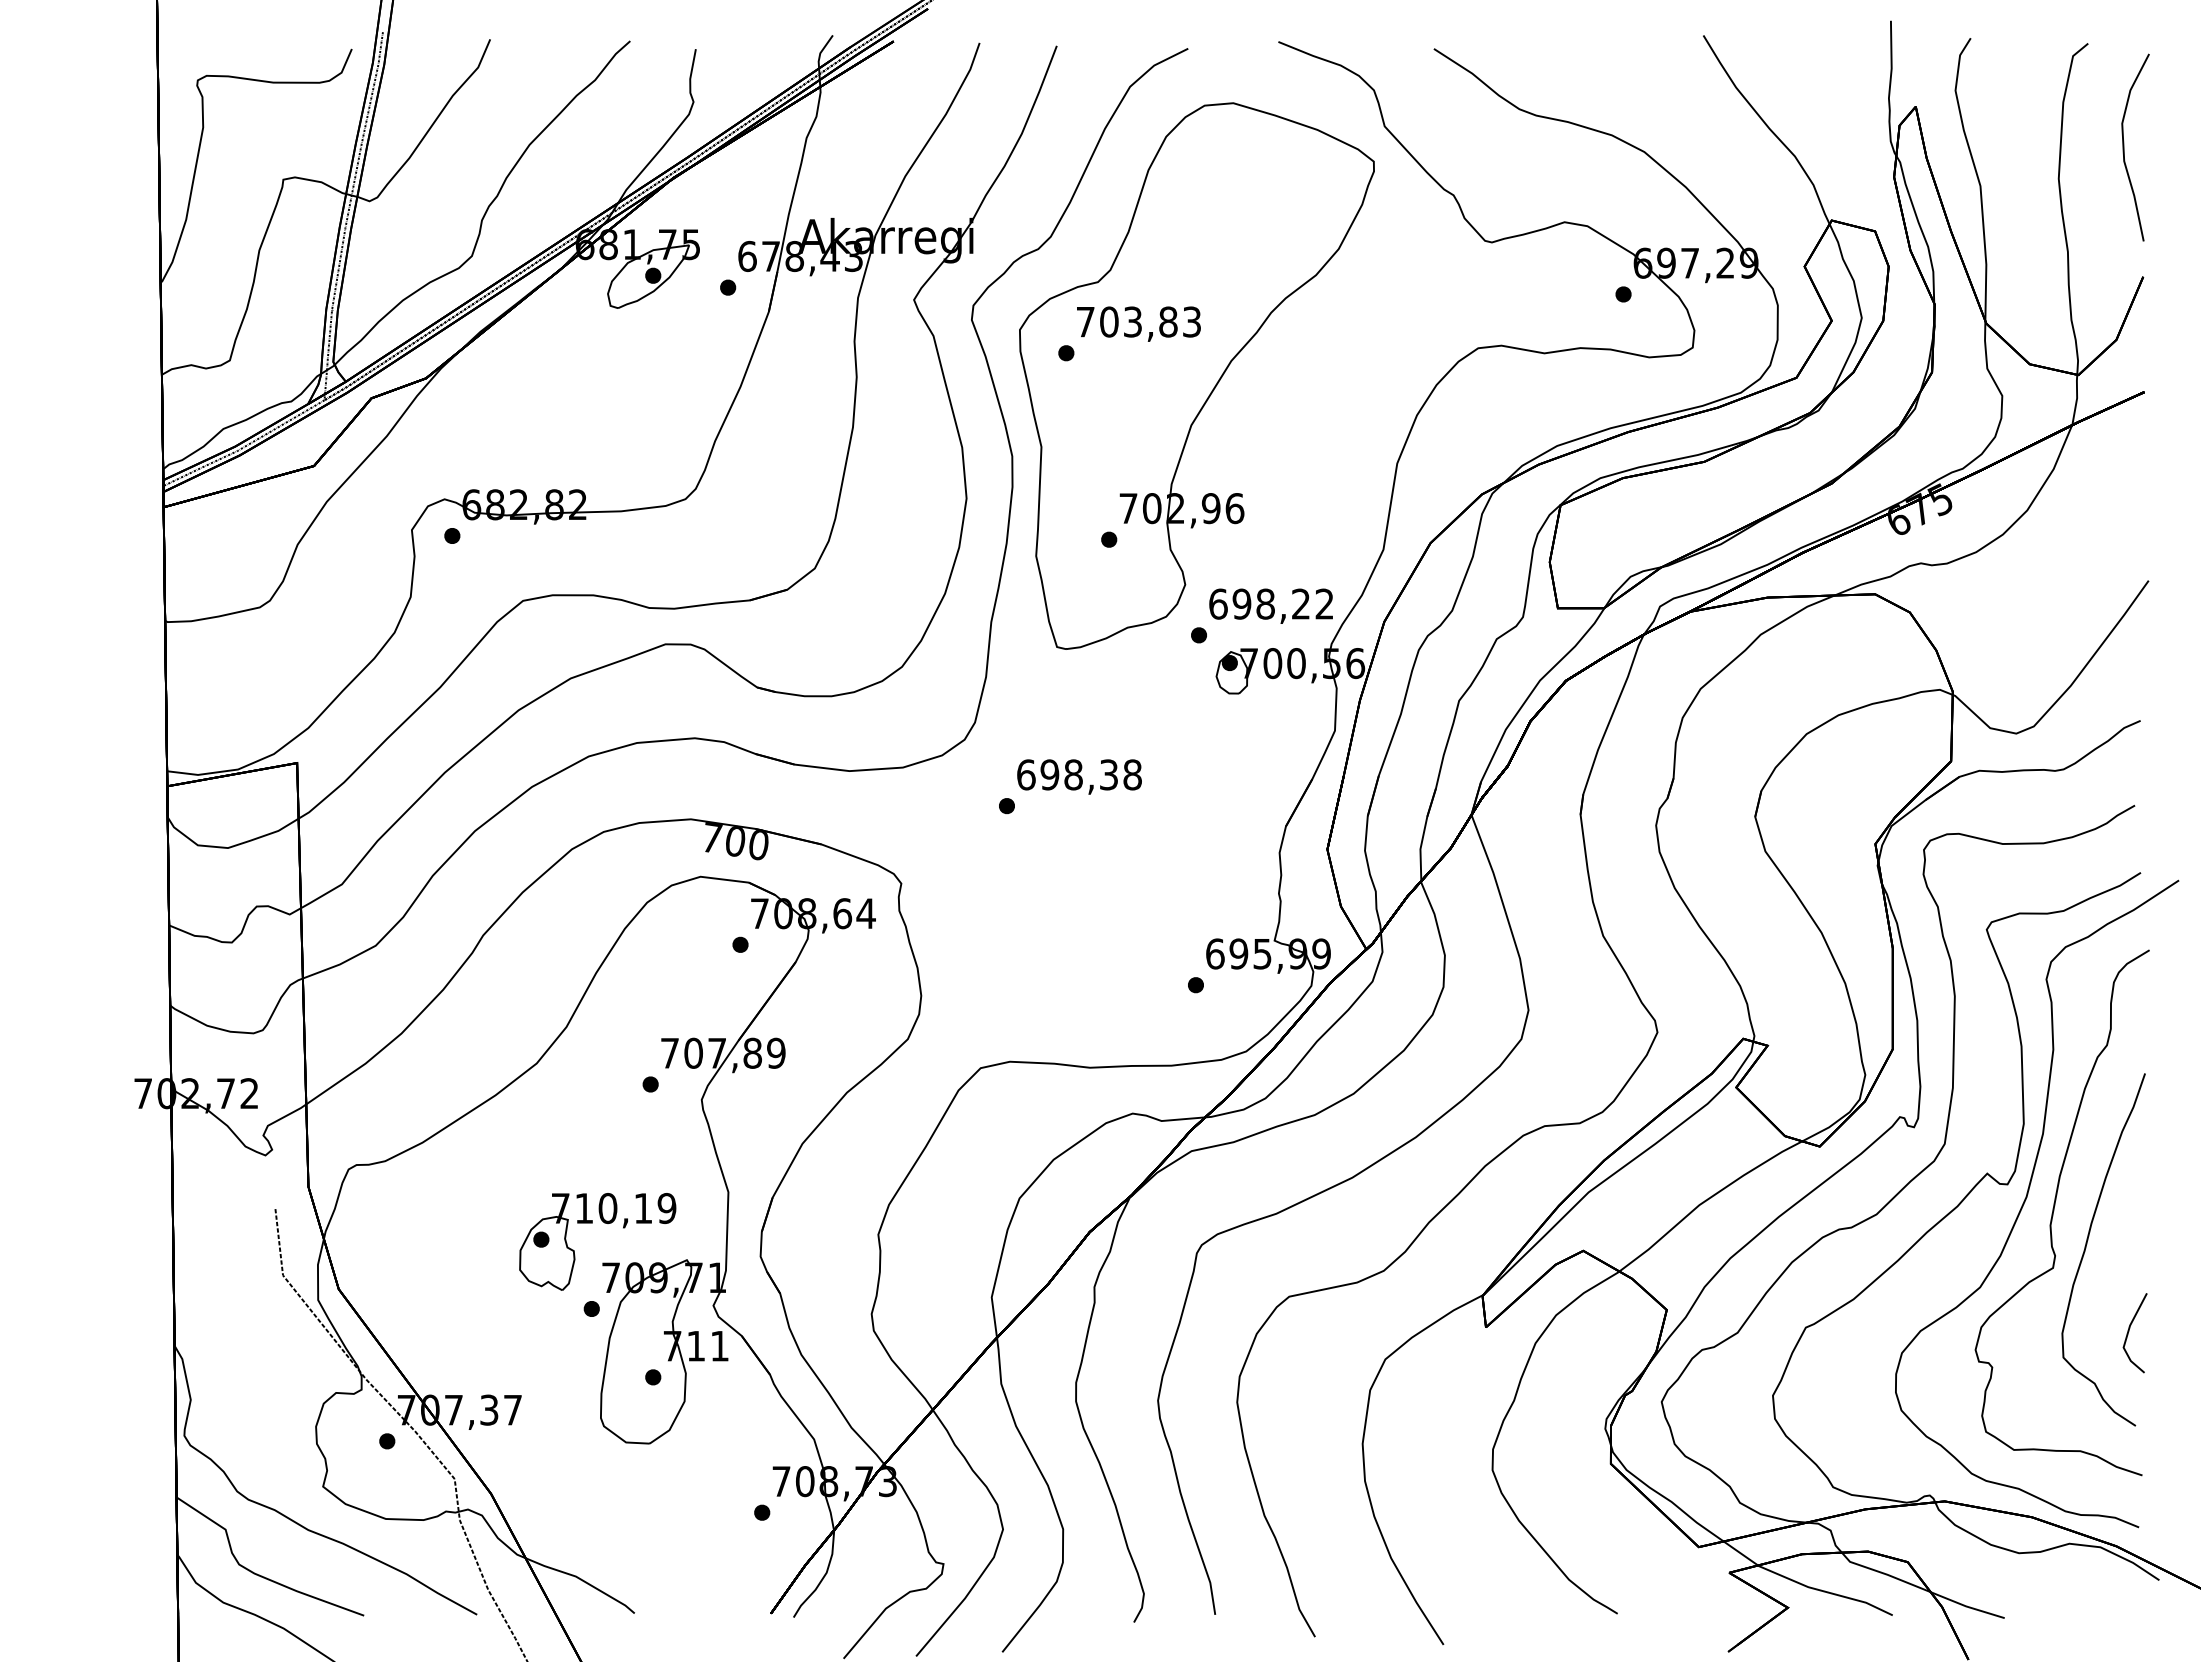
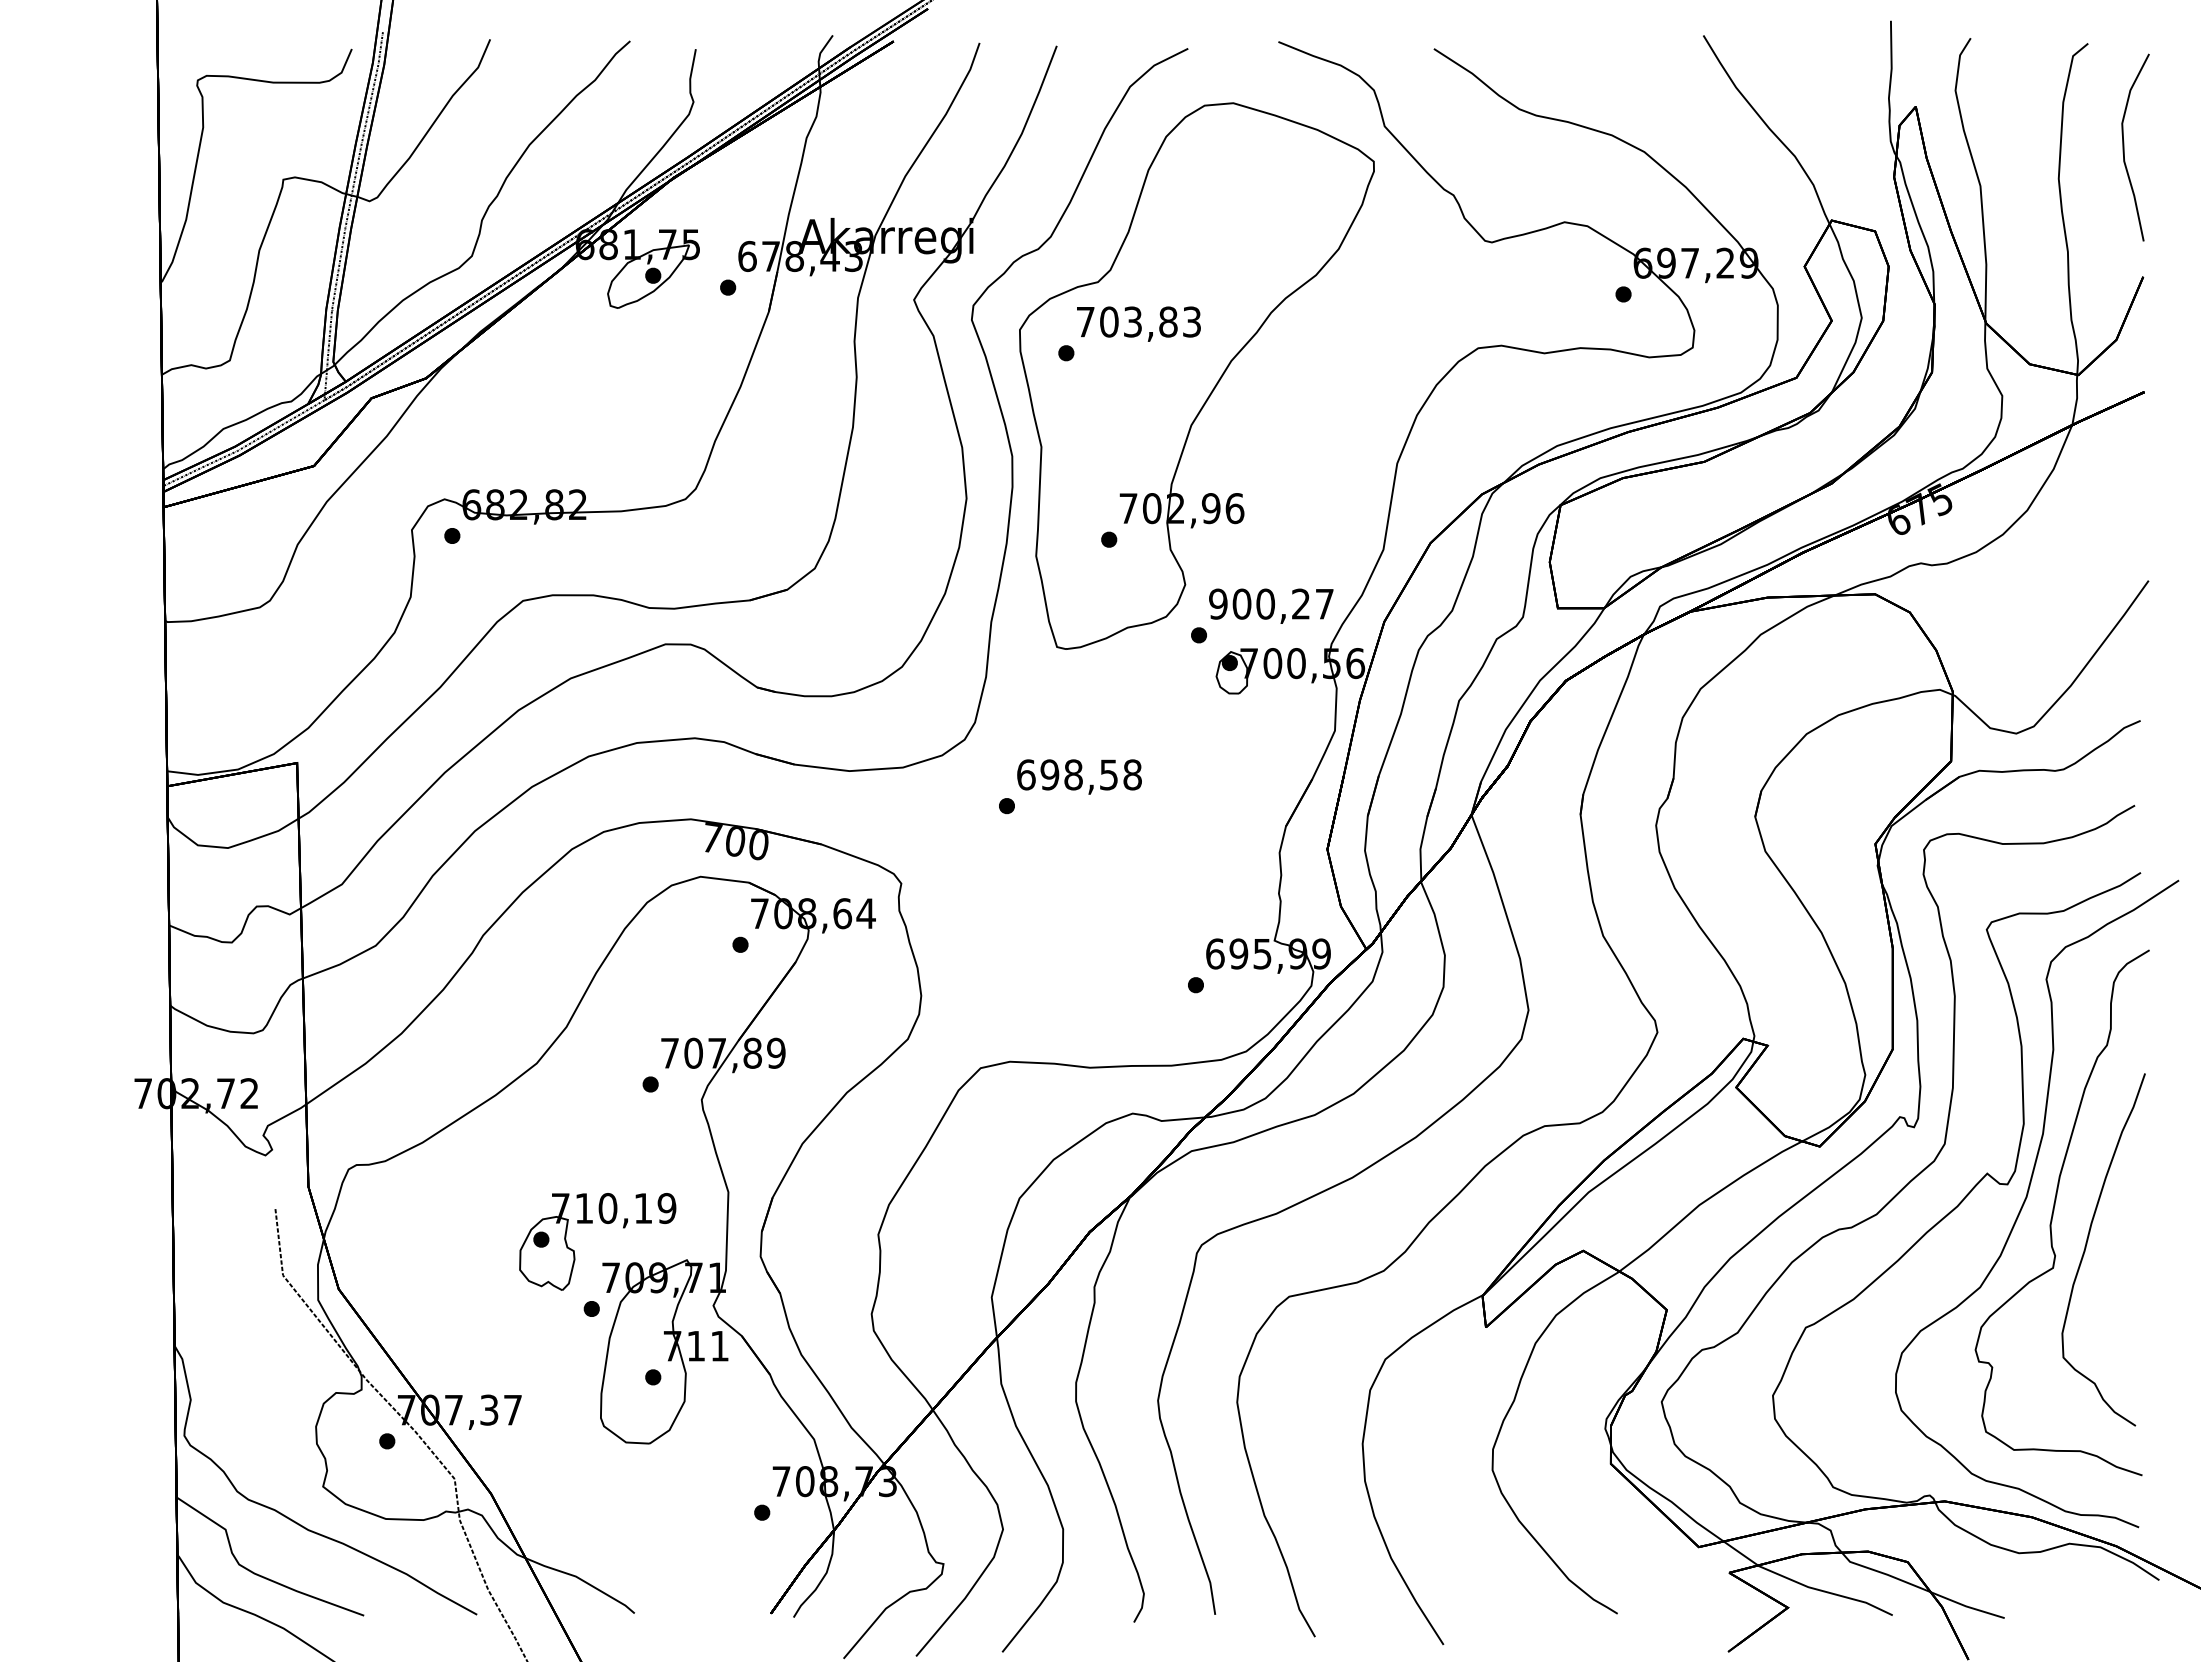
text at (1271, 603): 698,22 -> 900,27
text at (1108, 774): 698,38 -> 698,58
part at (2134, 1333): present -> none
